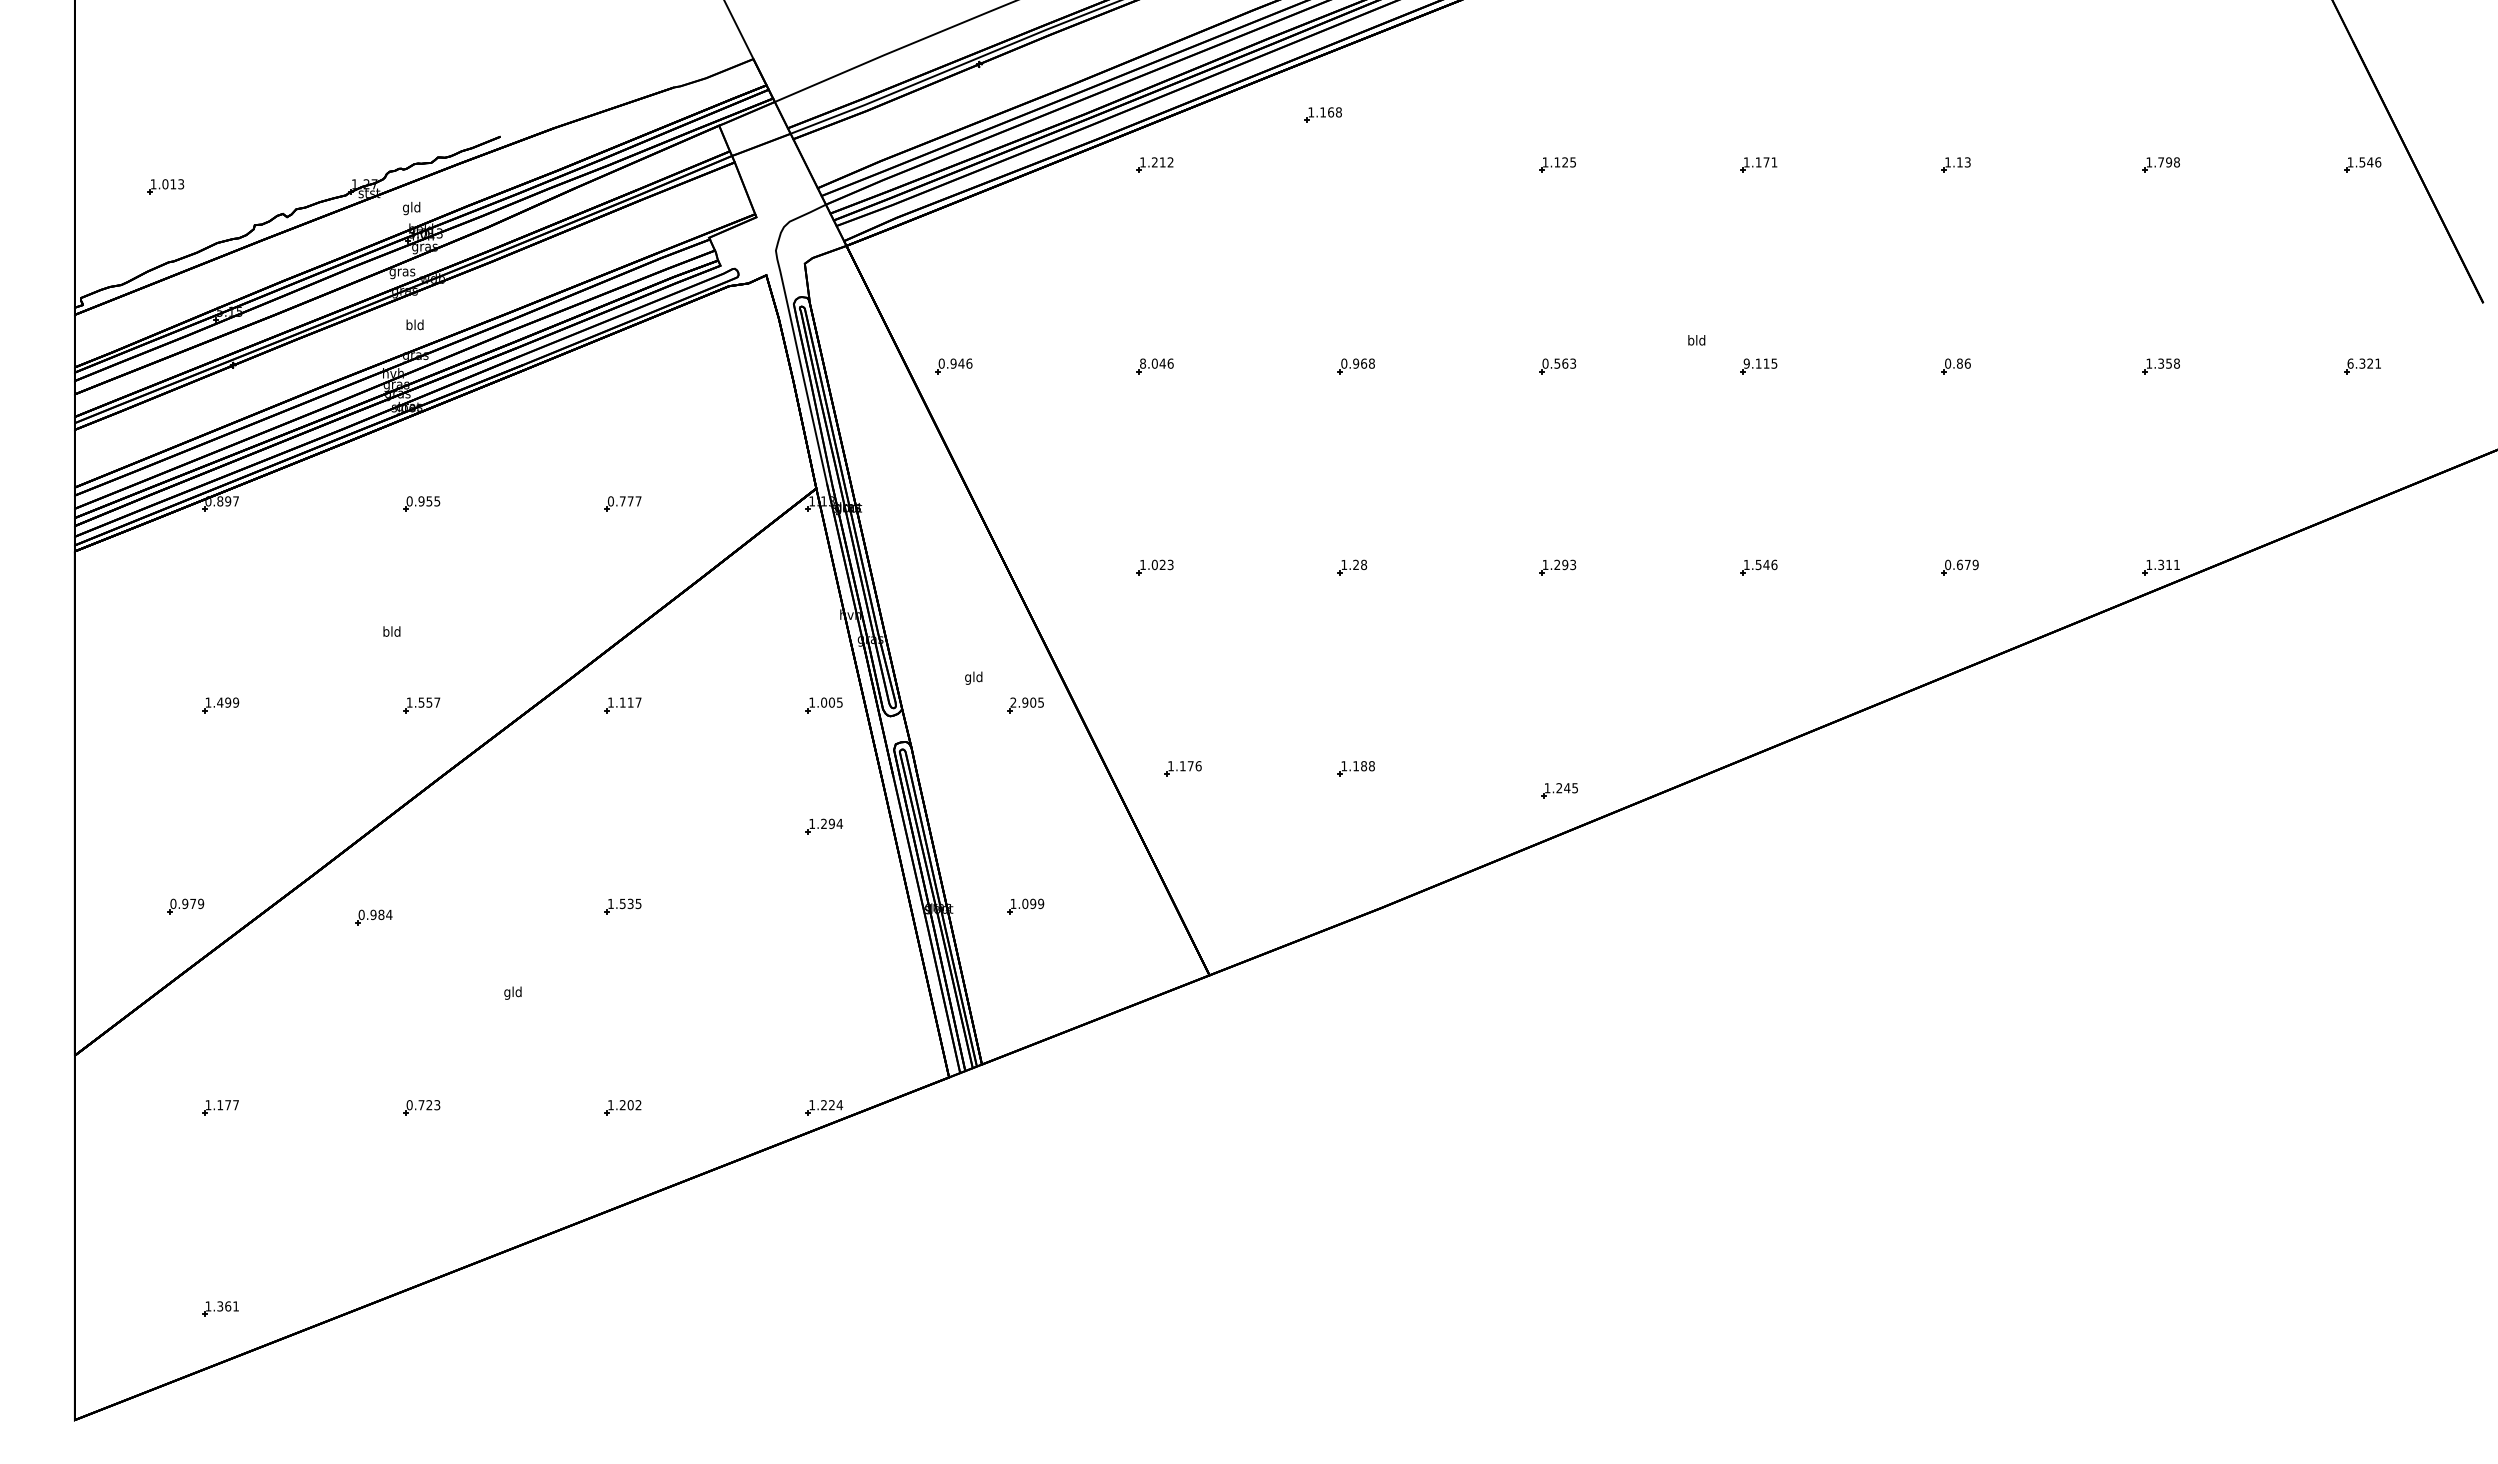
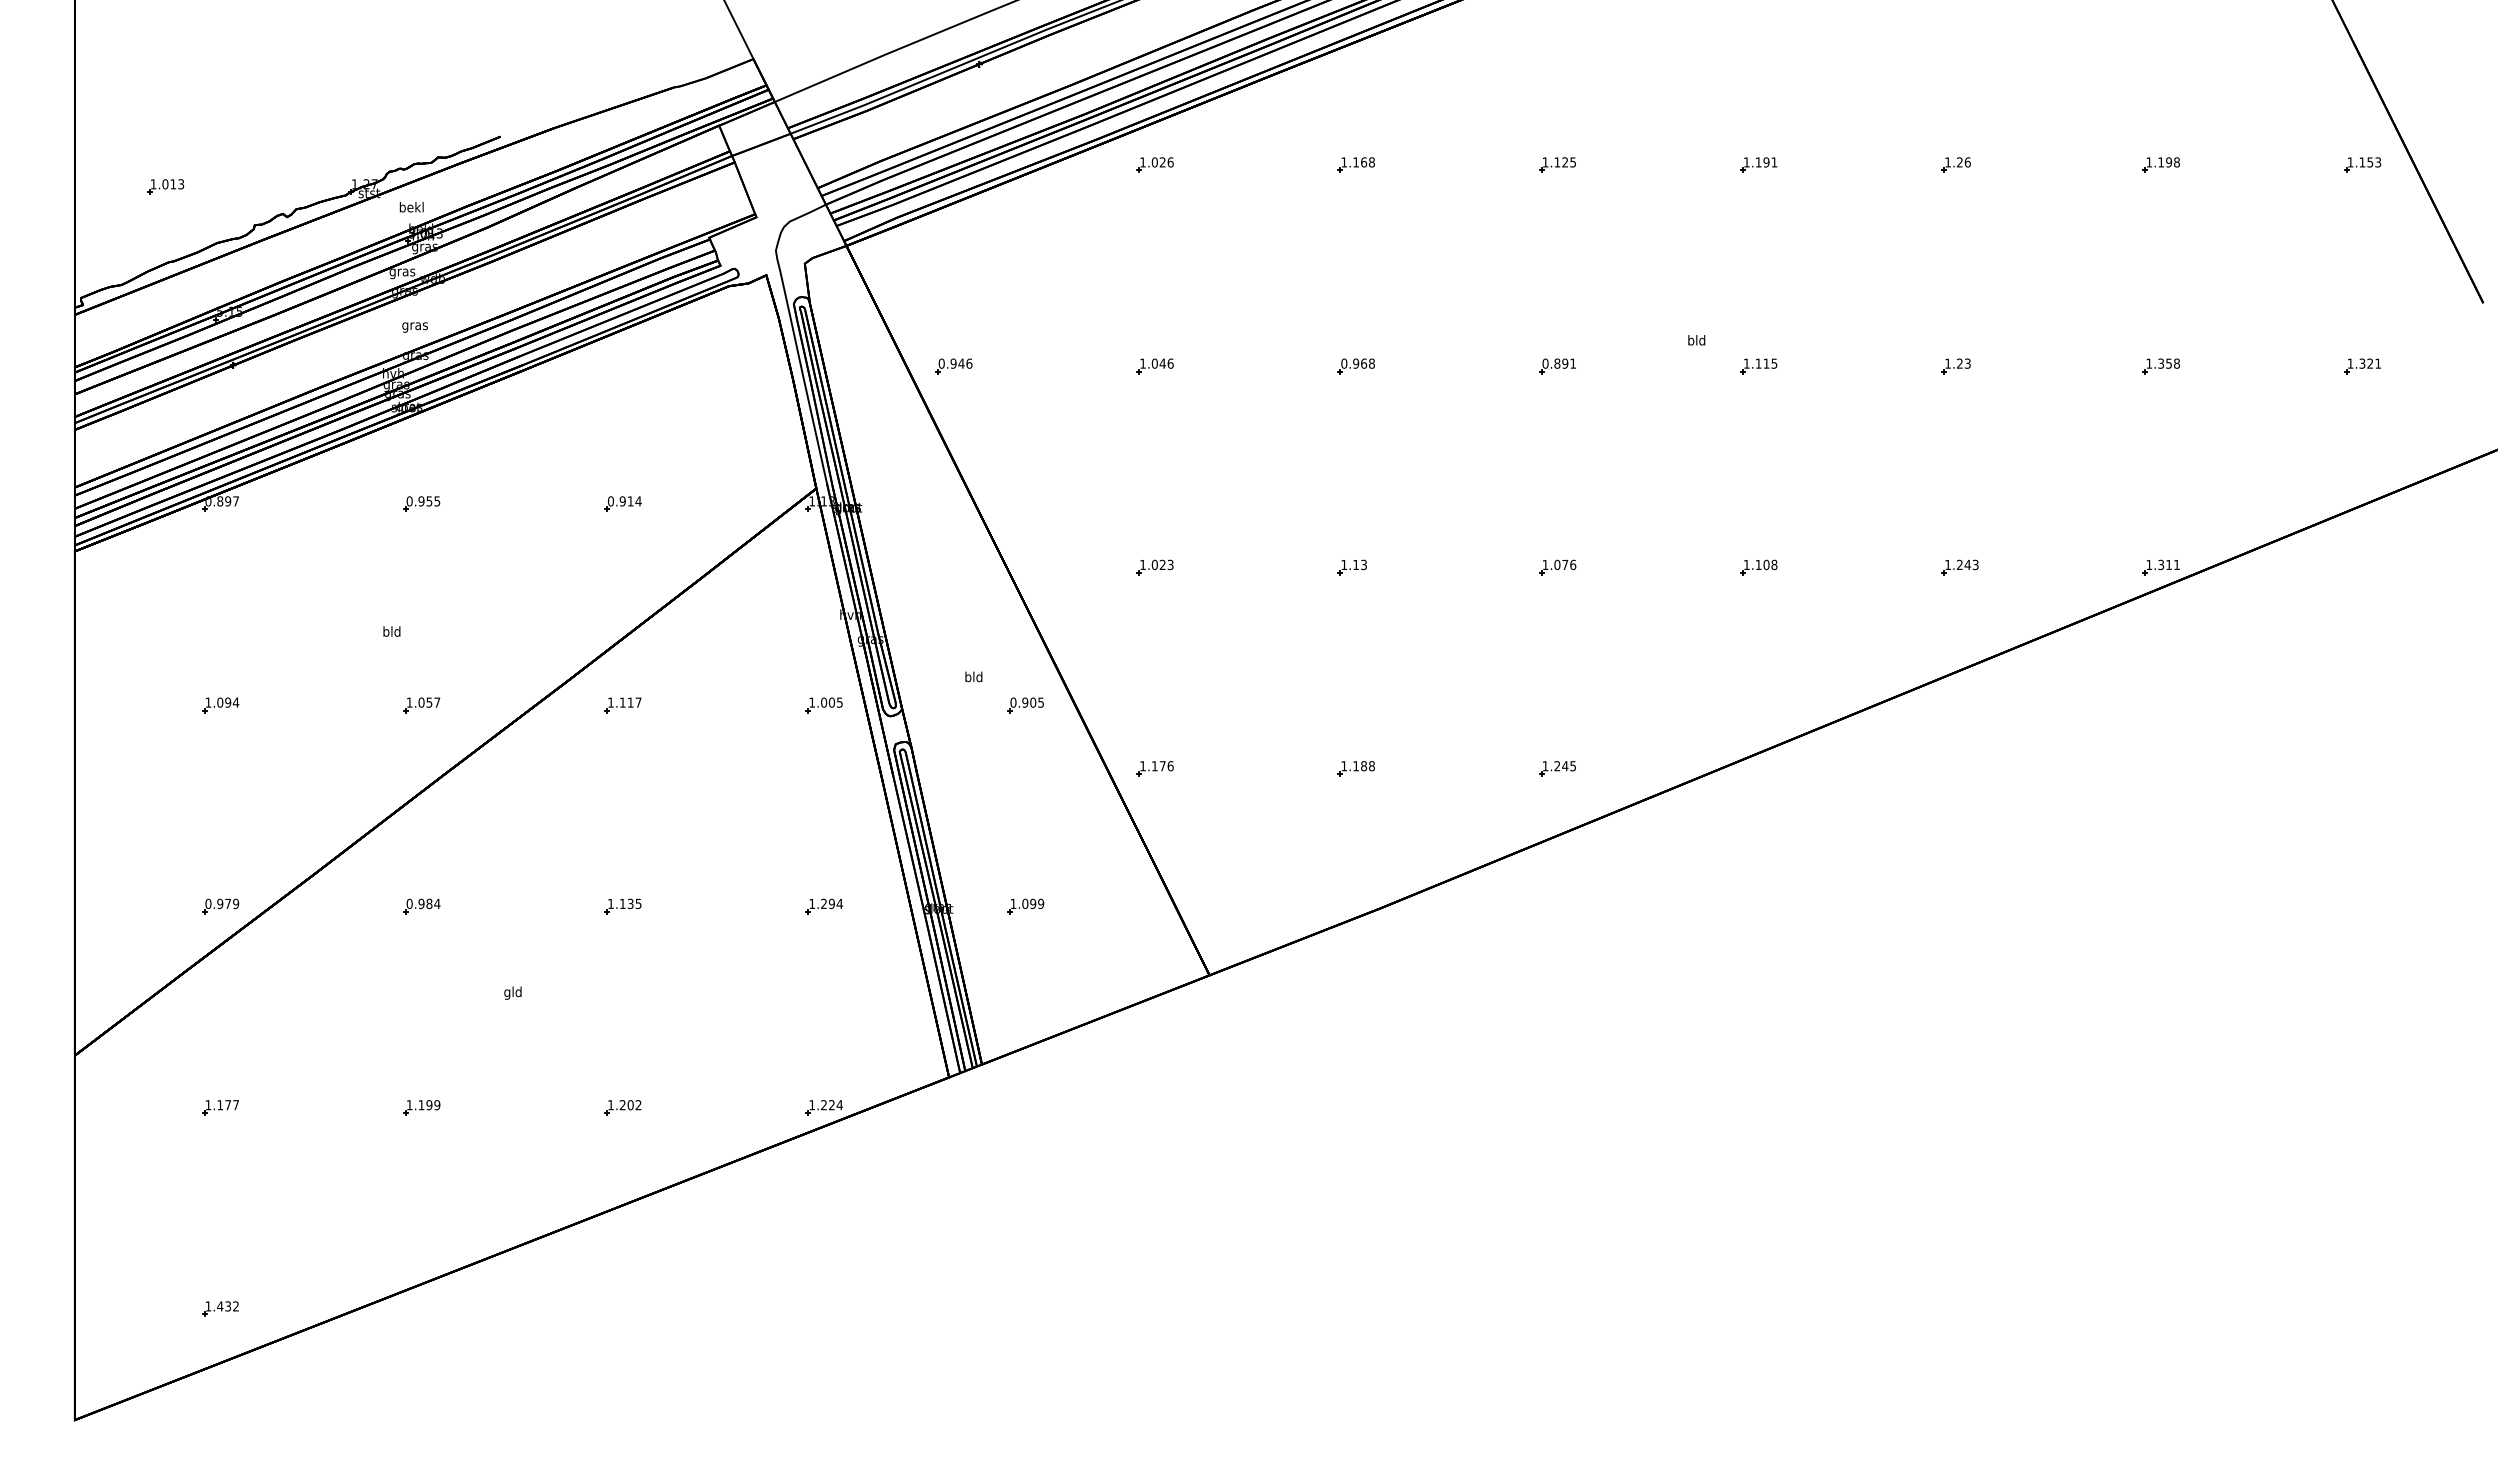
part at (1322, 114) position: (1322, 114) -> (1355, 164)
text at (1162, 162): 1.212 -> 1.026
text at (1766, 162): 1.171 -> 1.191
text at (1963, 162): 1.13 -> 1.26
text at (2160, 162): 1.798 -> 1.198
text at (2370, 162): 1.546 -> 1.153
text at (411, 208): gld -> bekl
text at (414, 325): bld -> gras
text at (1143, 363): 8.046 -> 1.046
text at (1565, 363): 0.563 -> 0.891
text at (1746, 363): 9.115 -> 1.115
text at (1957, 363): 0.86 -> 1.23
text at (2350, 363): 6.321 -> 1.321
text at (630, 501): 0.777 -> 0.914
text at (1360, 564): 1.28 -> 1.13
text at (1565, 564): 1.293 -> 1.076
text at (1766, 564): 1.546 -> 1.108
text at (1961, 564): 0.679 -> 1.243
text at (968, 677): gld -> bld
text at (228, 702): 1.499 -> 1.094
text at (421, 702): 1.557 -> 1.057
text at (1013, 702): 2.905 -> 0.905
part at (1182, 768) position: (1182, 768) -> (1154, 768)
part at (1559, 790) position: (1559, 790) -> (1557, 768)
part at (823, 826) position: (823, 826) -> (823, 906)
text at (622, 903): 1.535 -> 1.135
part at (185, 906) position: (185, 906) -> (220, 906)
part at (373, 917) position: (373, 917) -> (421, 906)
text at (423, 1105): 0.723 -> 1.199
text at (227, 1306): 1.361 -> 1.432
